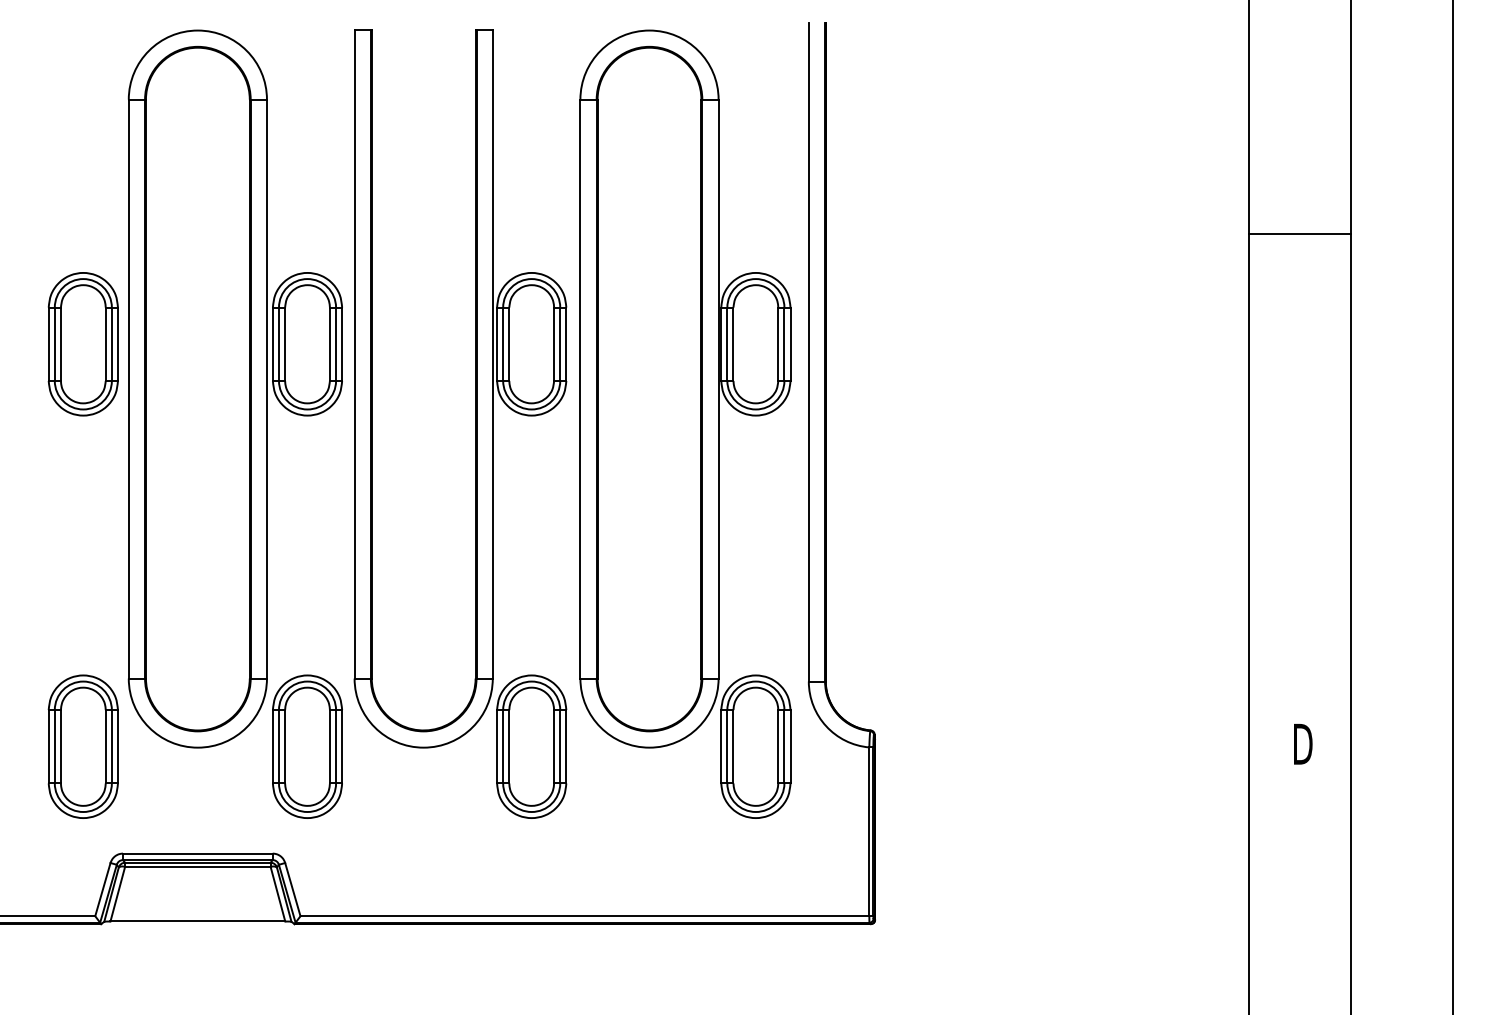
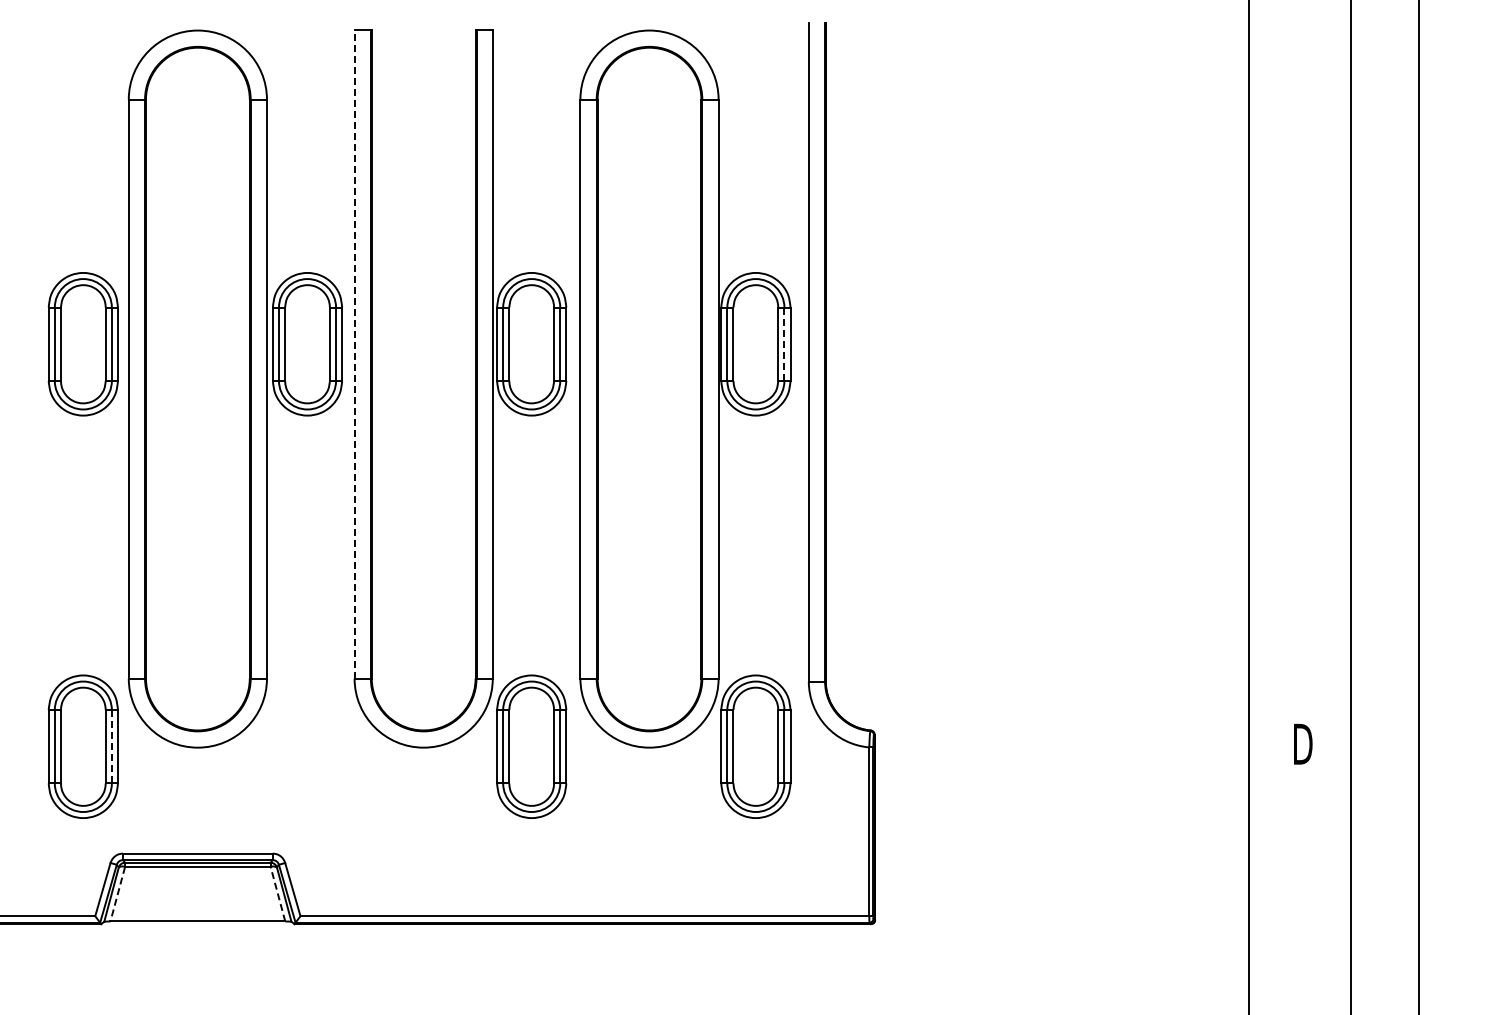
line at (1300, 233): present -> none
line at (784, 344): solid -> dashed
line at (354, 353): solid -> dashed
line at (1453, 506) position: (1453, 506) -> (1419, 506)
line at (111, 746): solid -> dashed
part at (307, 746): present -> none
line at (277, 893): solid -> dashed
line at (117, 894): solid -> dashed
